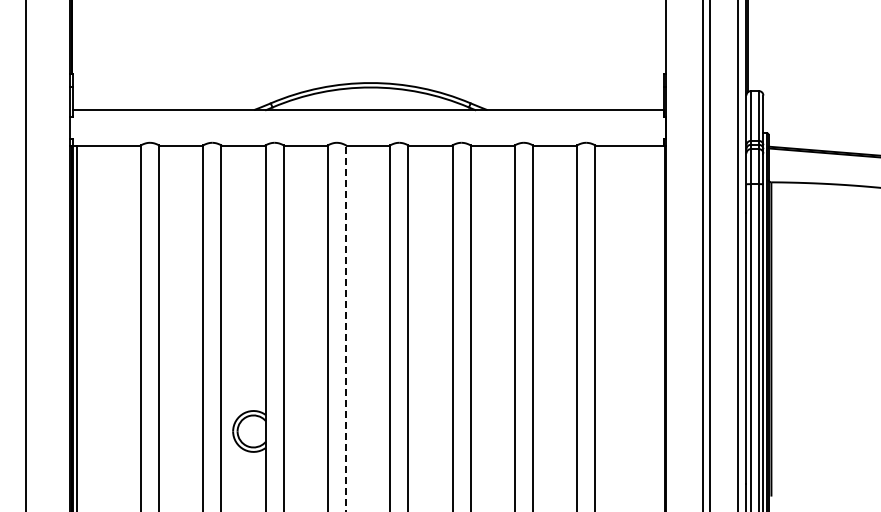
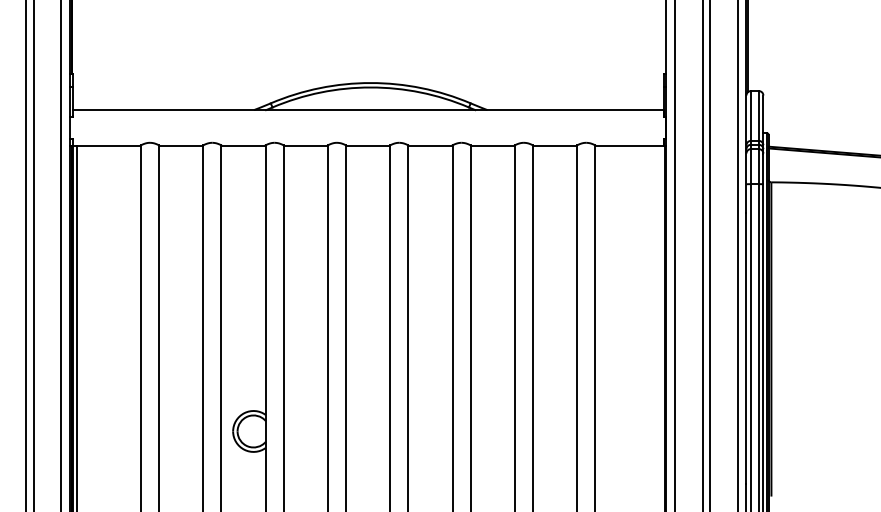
line at (33, 255): none -> present
line at (61, 255): none -> present
line at (675, 255): none -> present
line at (345, 328): dashed -> solid
